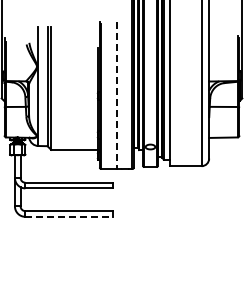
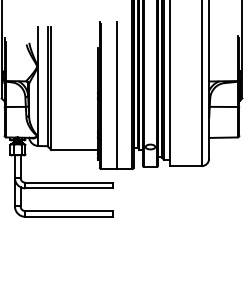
line at (116, 95): dashed -> solid
line at (68, 216): dashed -> solid
